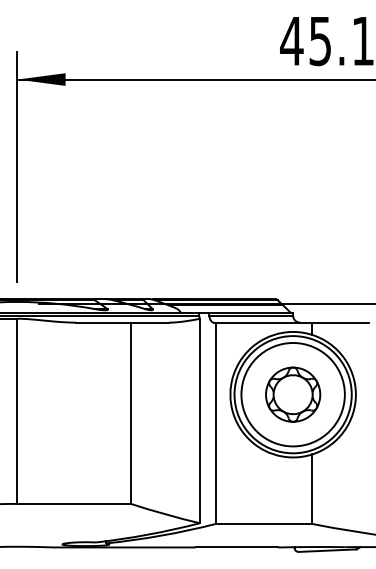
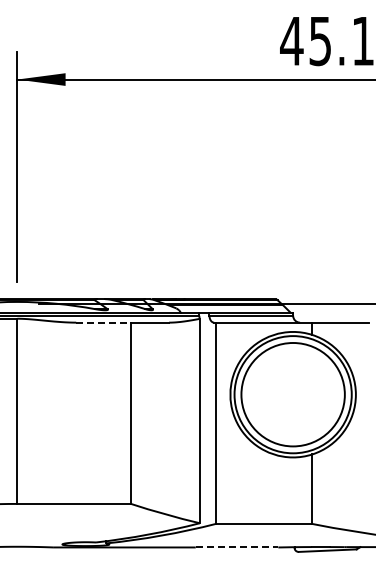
line at (104, 322): solid -> dashed
part at (293, 394): present -> none
line at (237, 547): solid -> dashed
